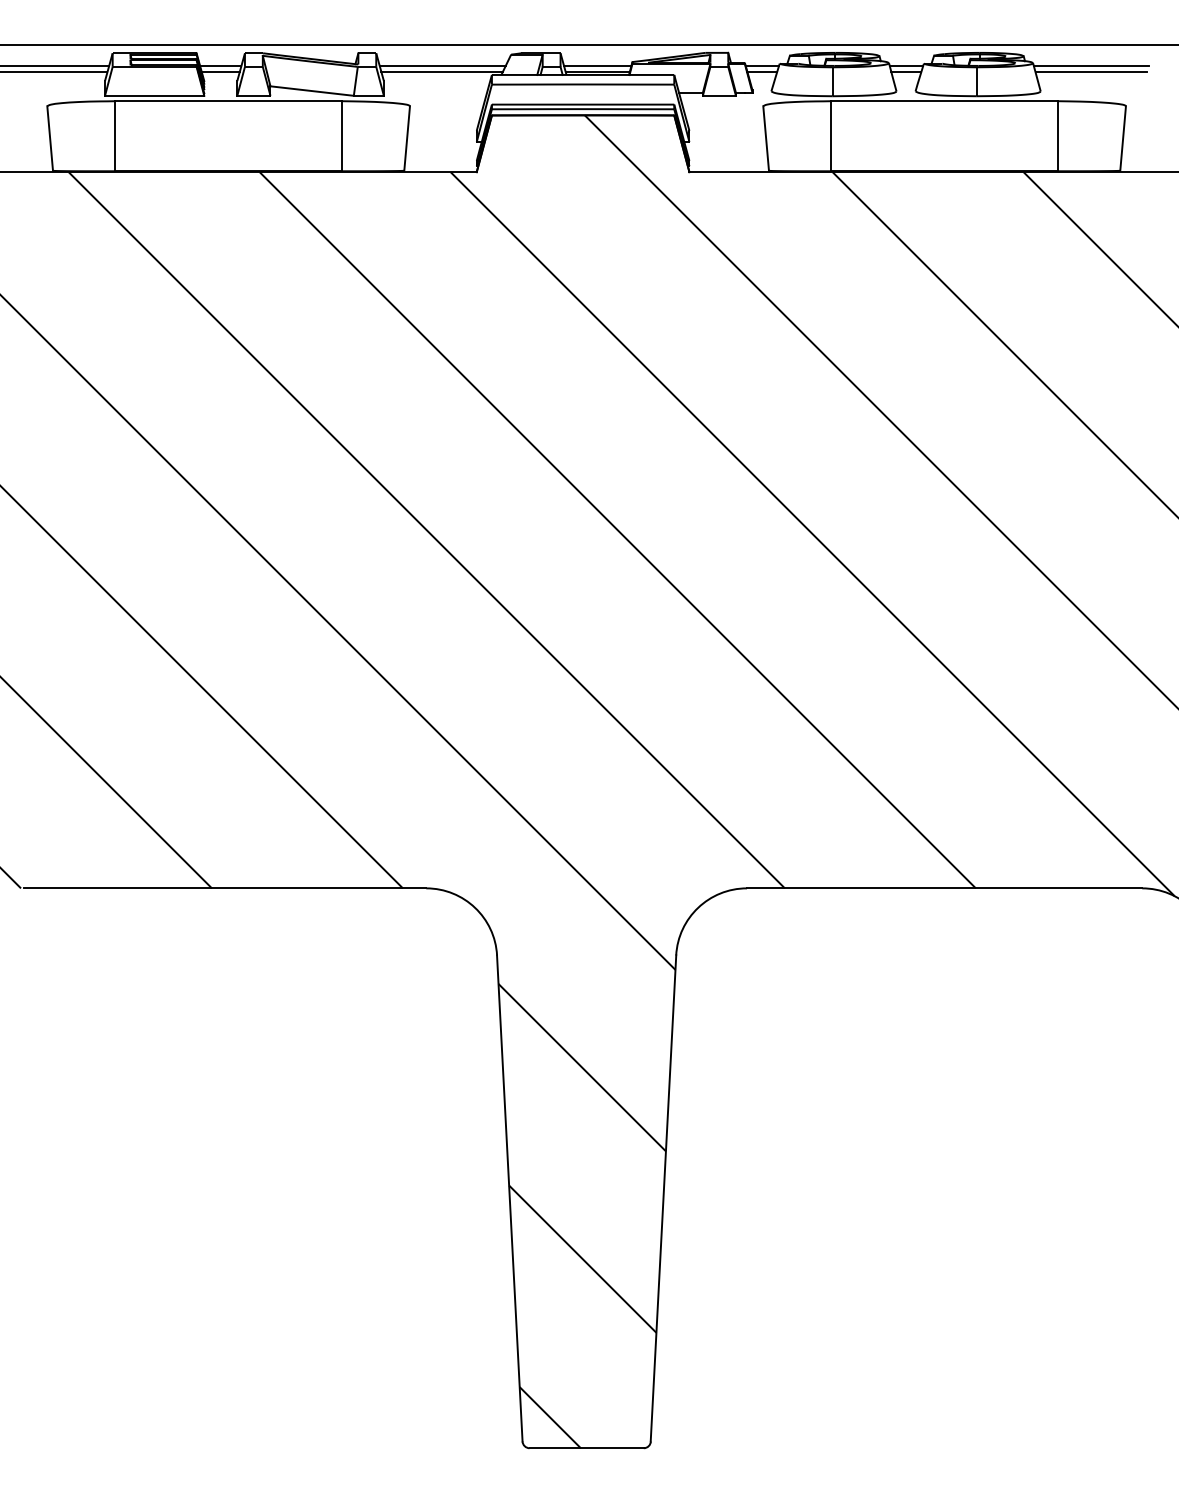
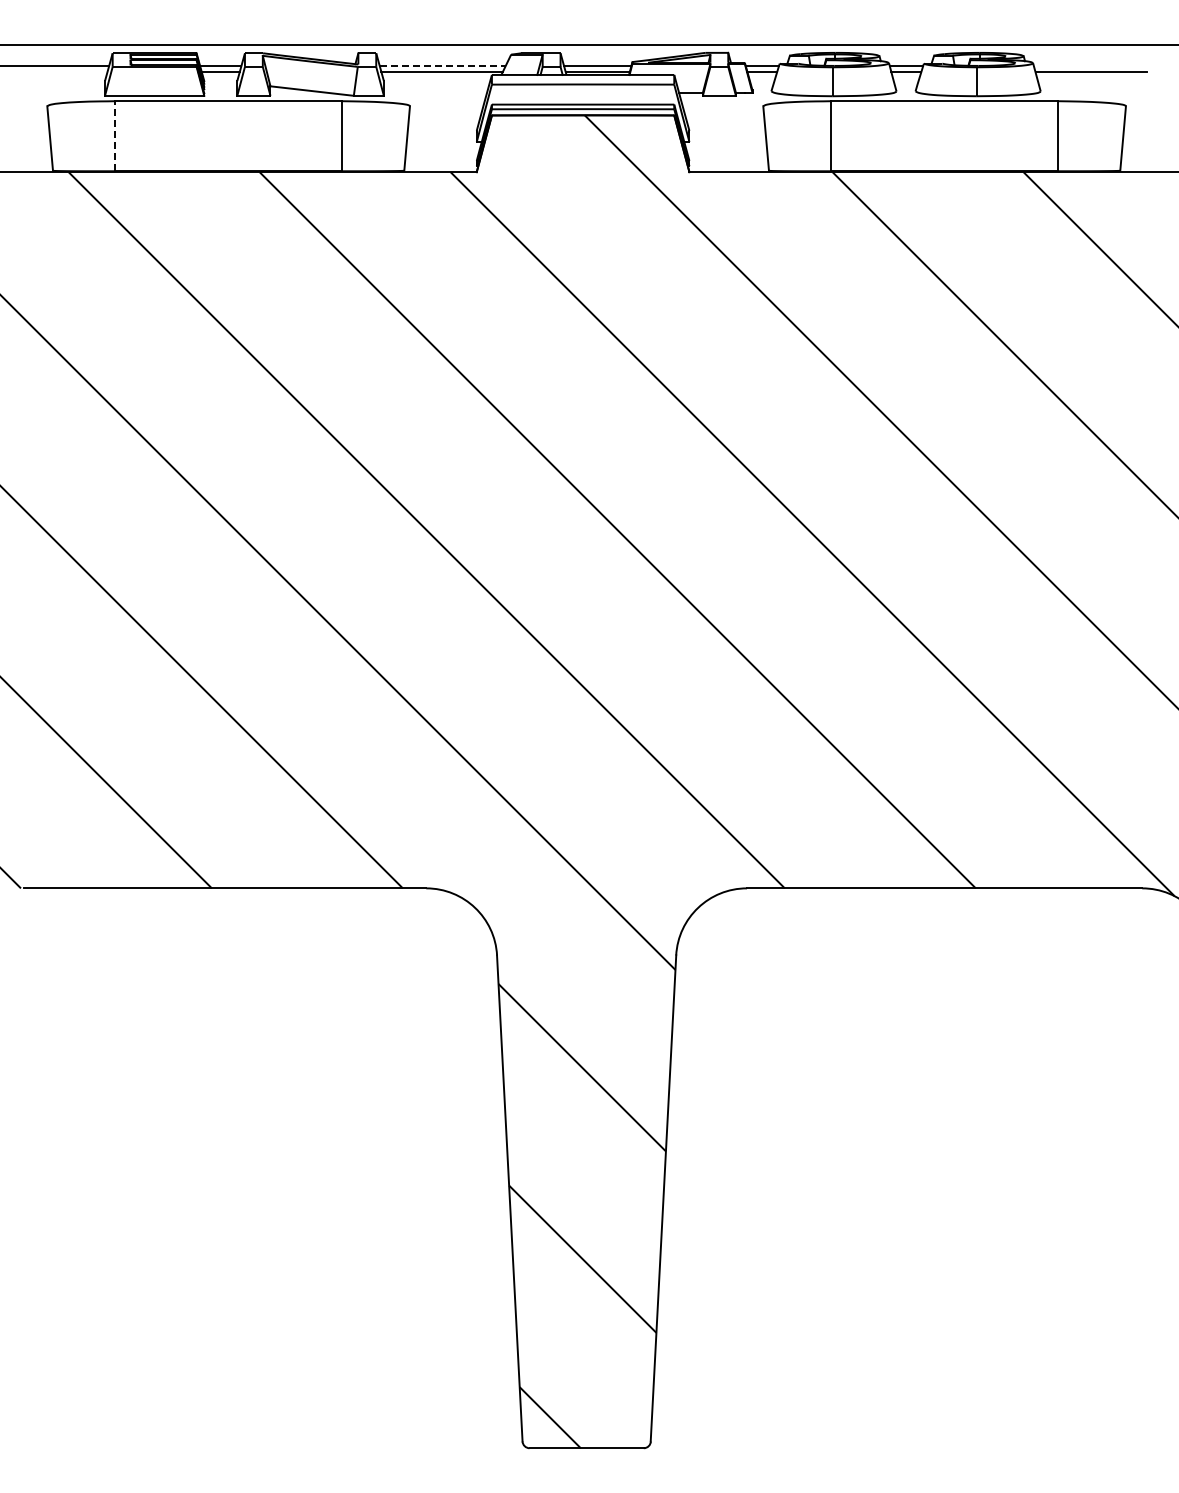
line at (442, 66): solid -> dashed
line at (1090, 66): present -> none
line at (54, 72): present -> none
line at (115, 135): solid -> dashed
